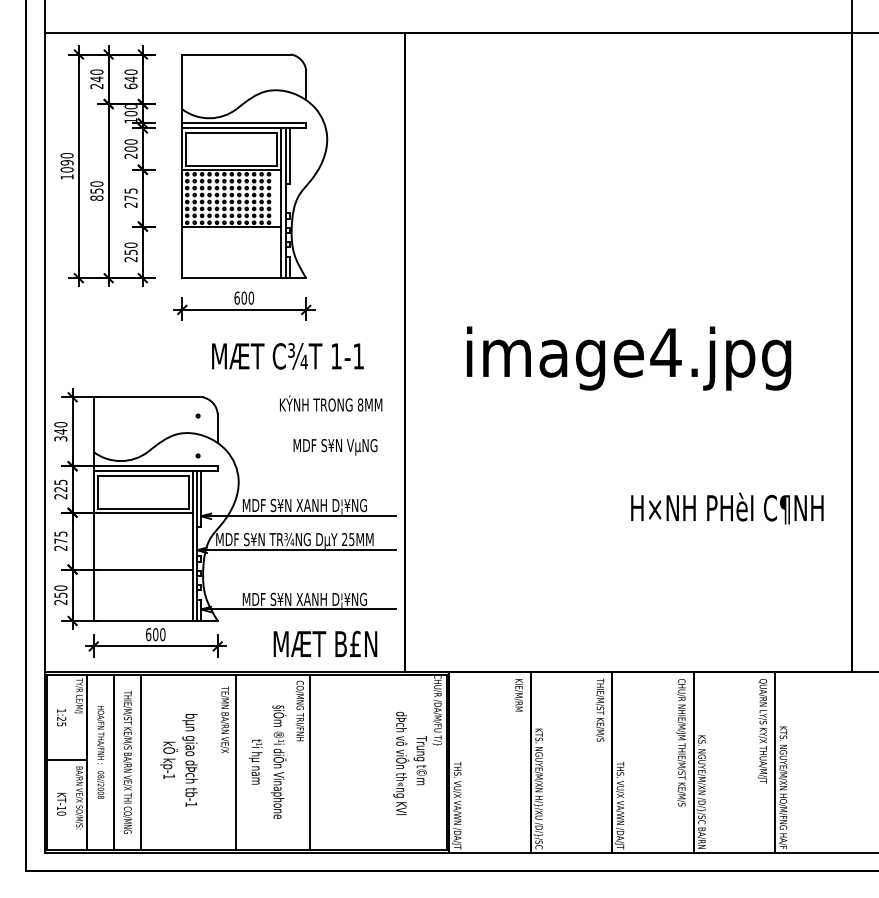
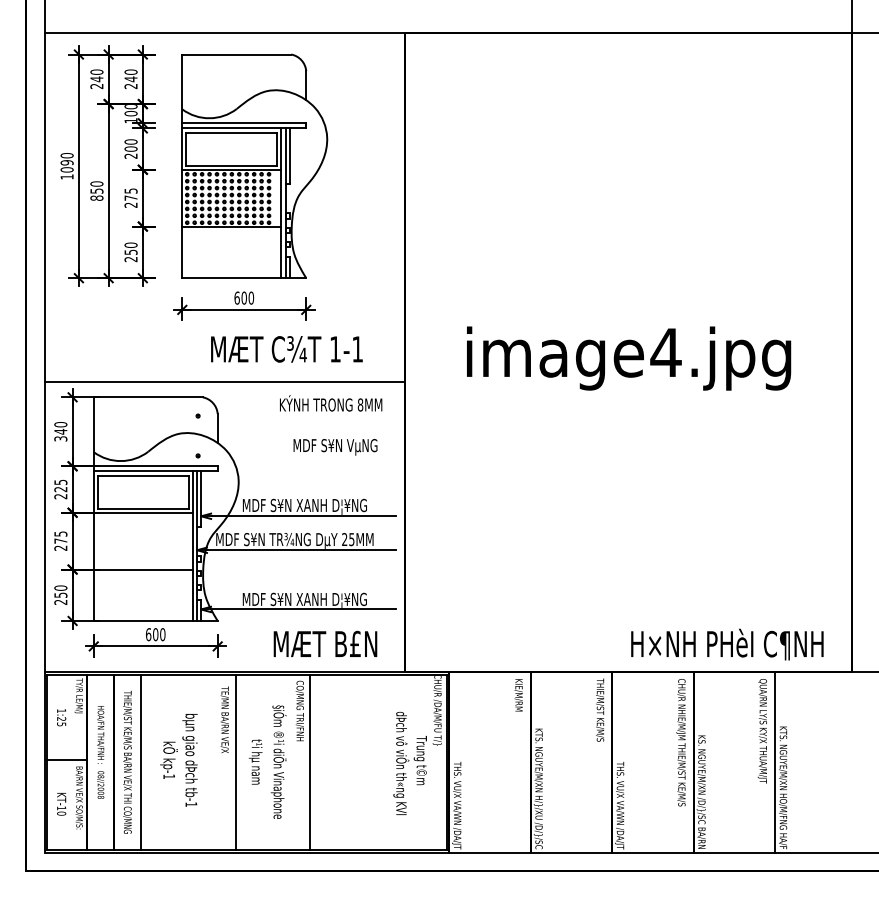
text at (130, 86): 640 -> 240
text at (287, 356) position: (287, 356) -> (286, 349)
line at (224, 382): none -> present
text at (727, 508) position: (727, 508) -> (727, 644)
